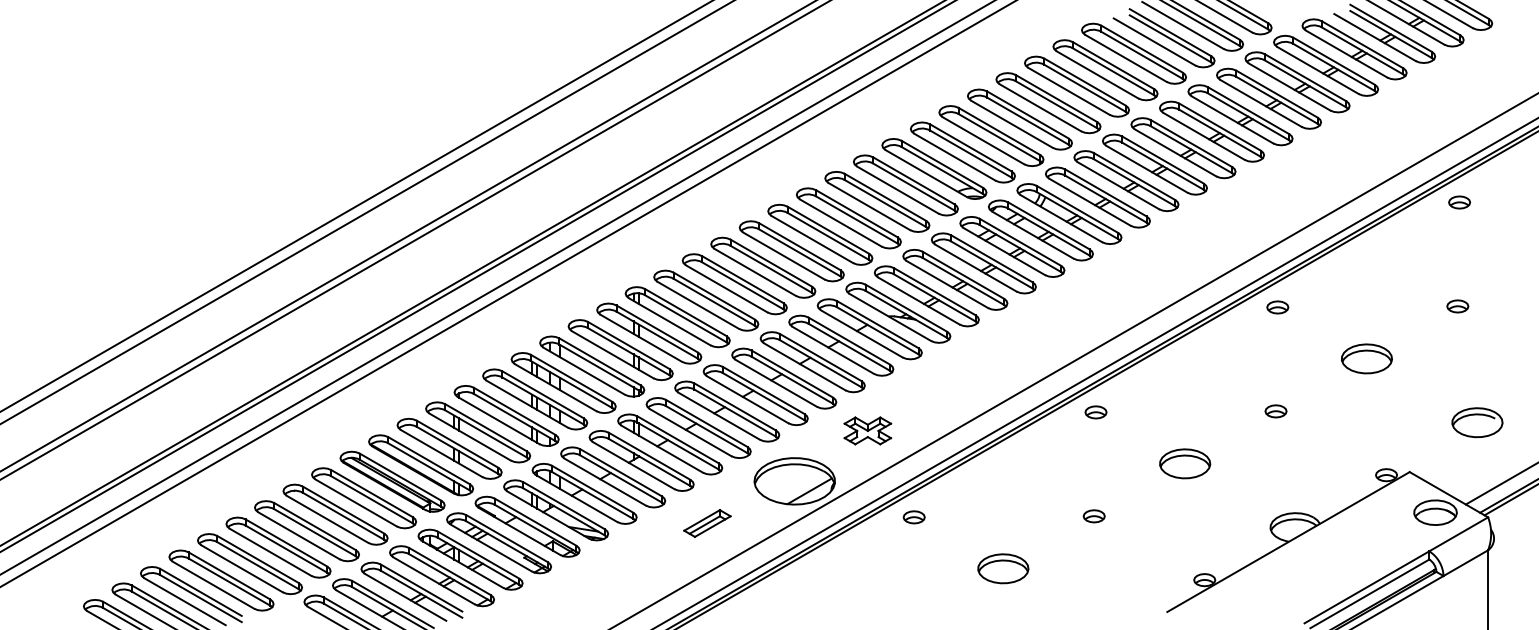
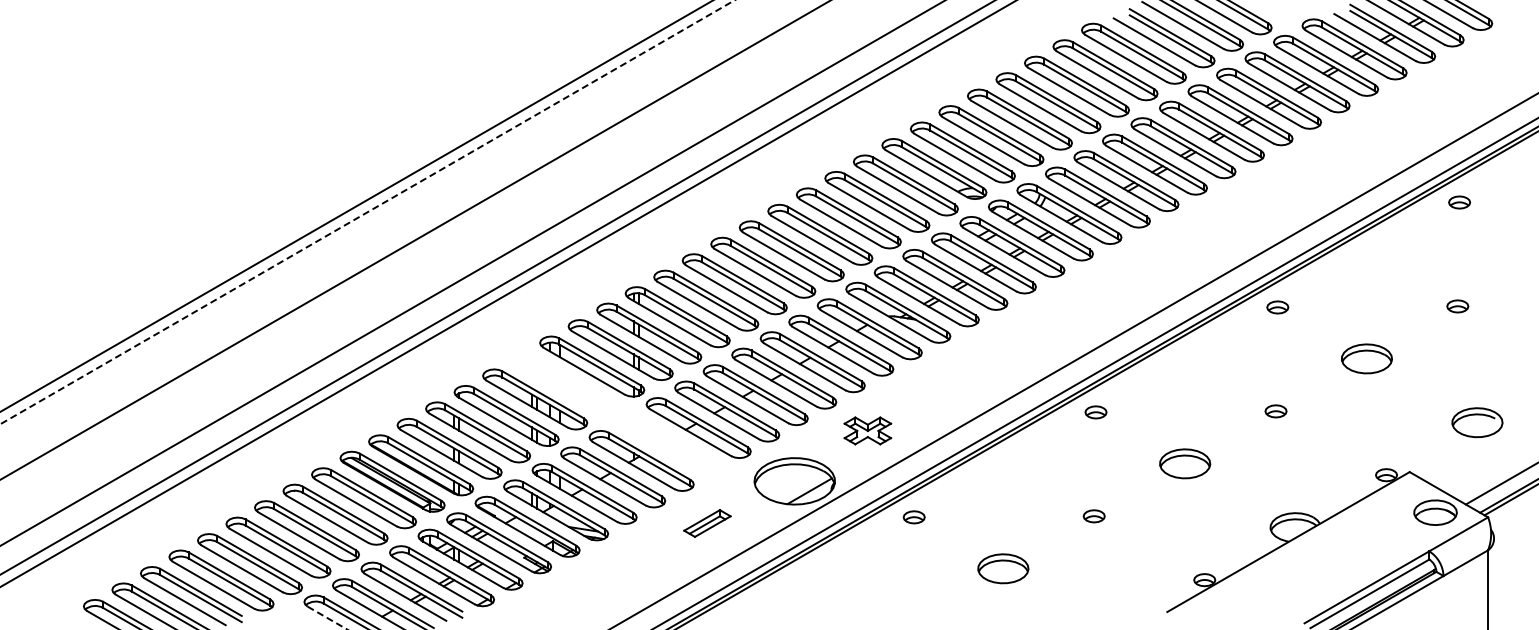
line at (368, 211): solid -> dashed
line at (407, 236): present -> none
line at (477, 276): present -> none
part at (616, 413): present -> none
line at (328, 618): solid -> dashed
